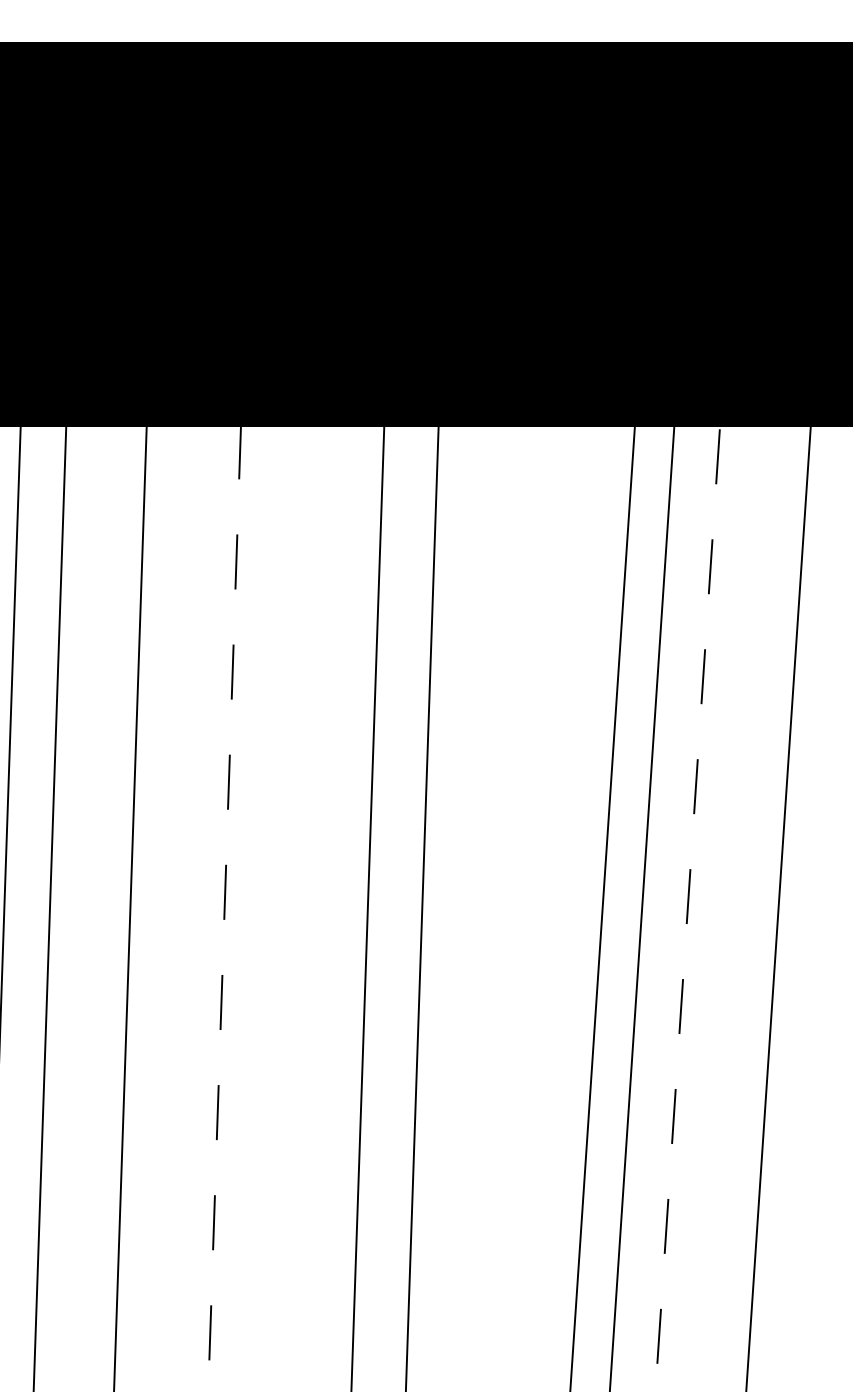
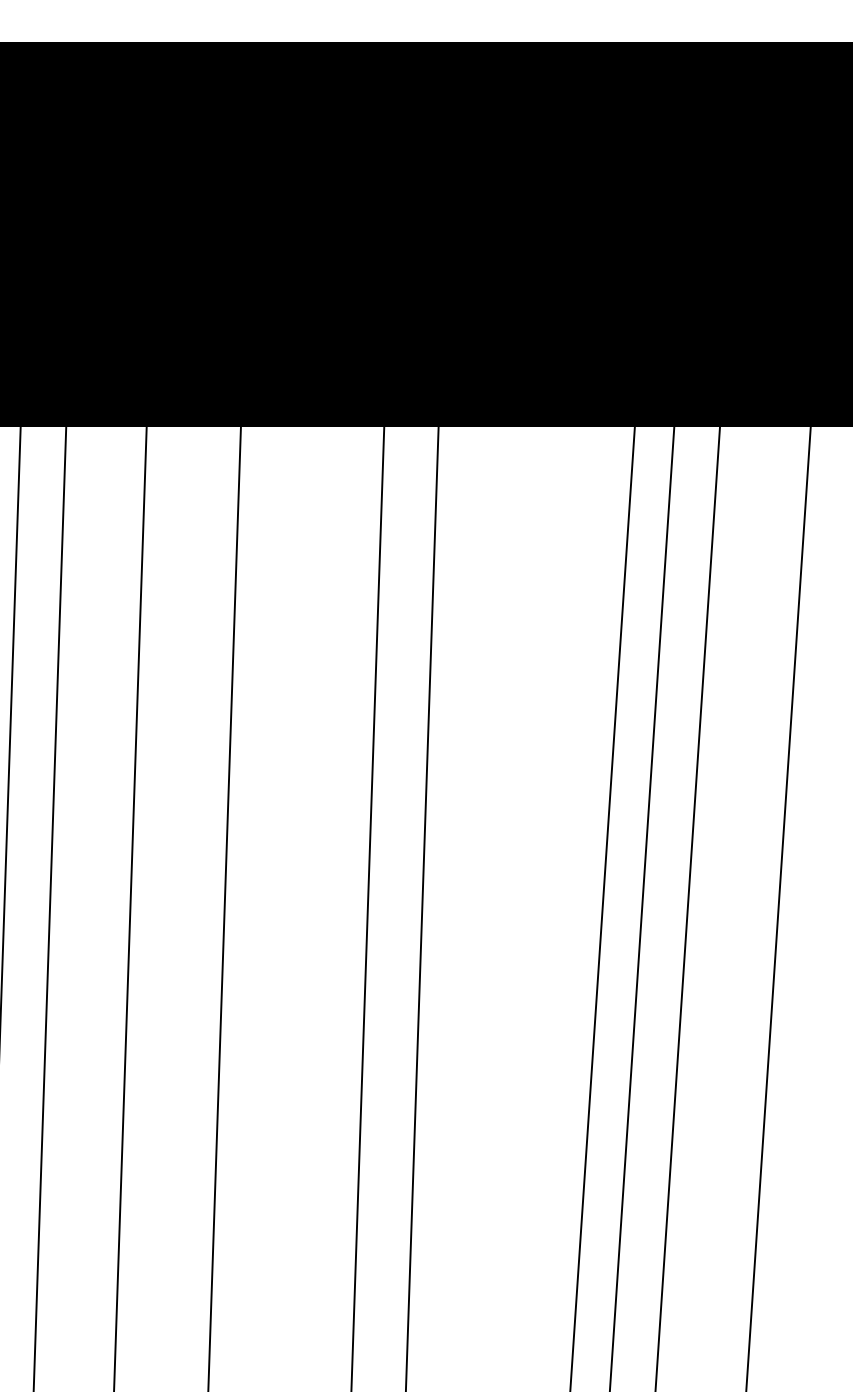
line at (227, 837): dashed -> solid
line at (692, 837): dashed -> solid
